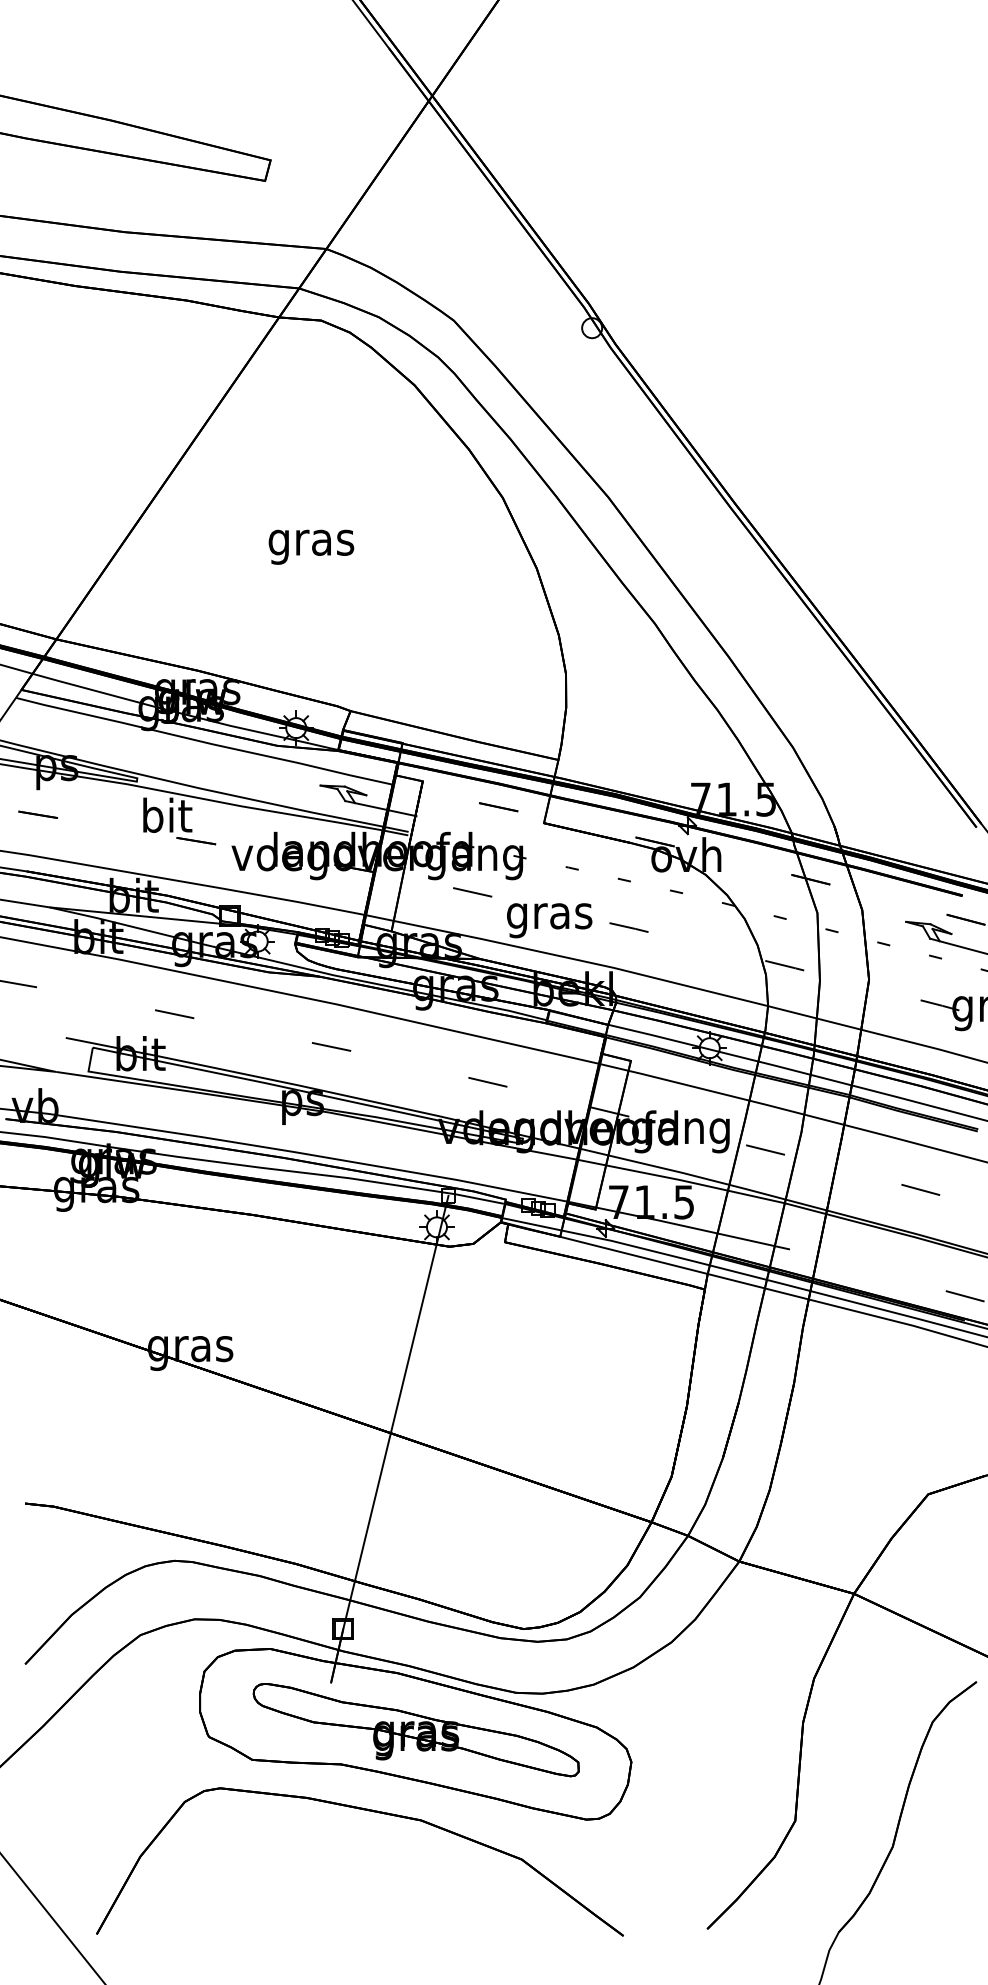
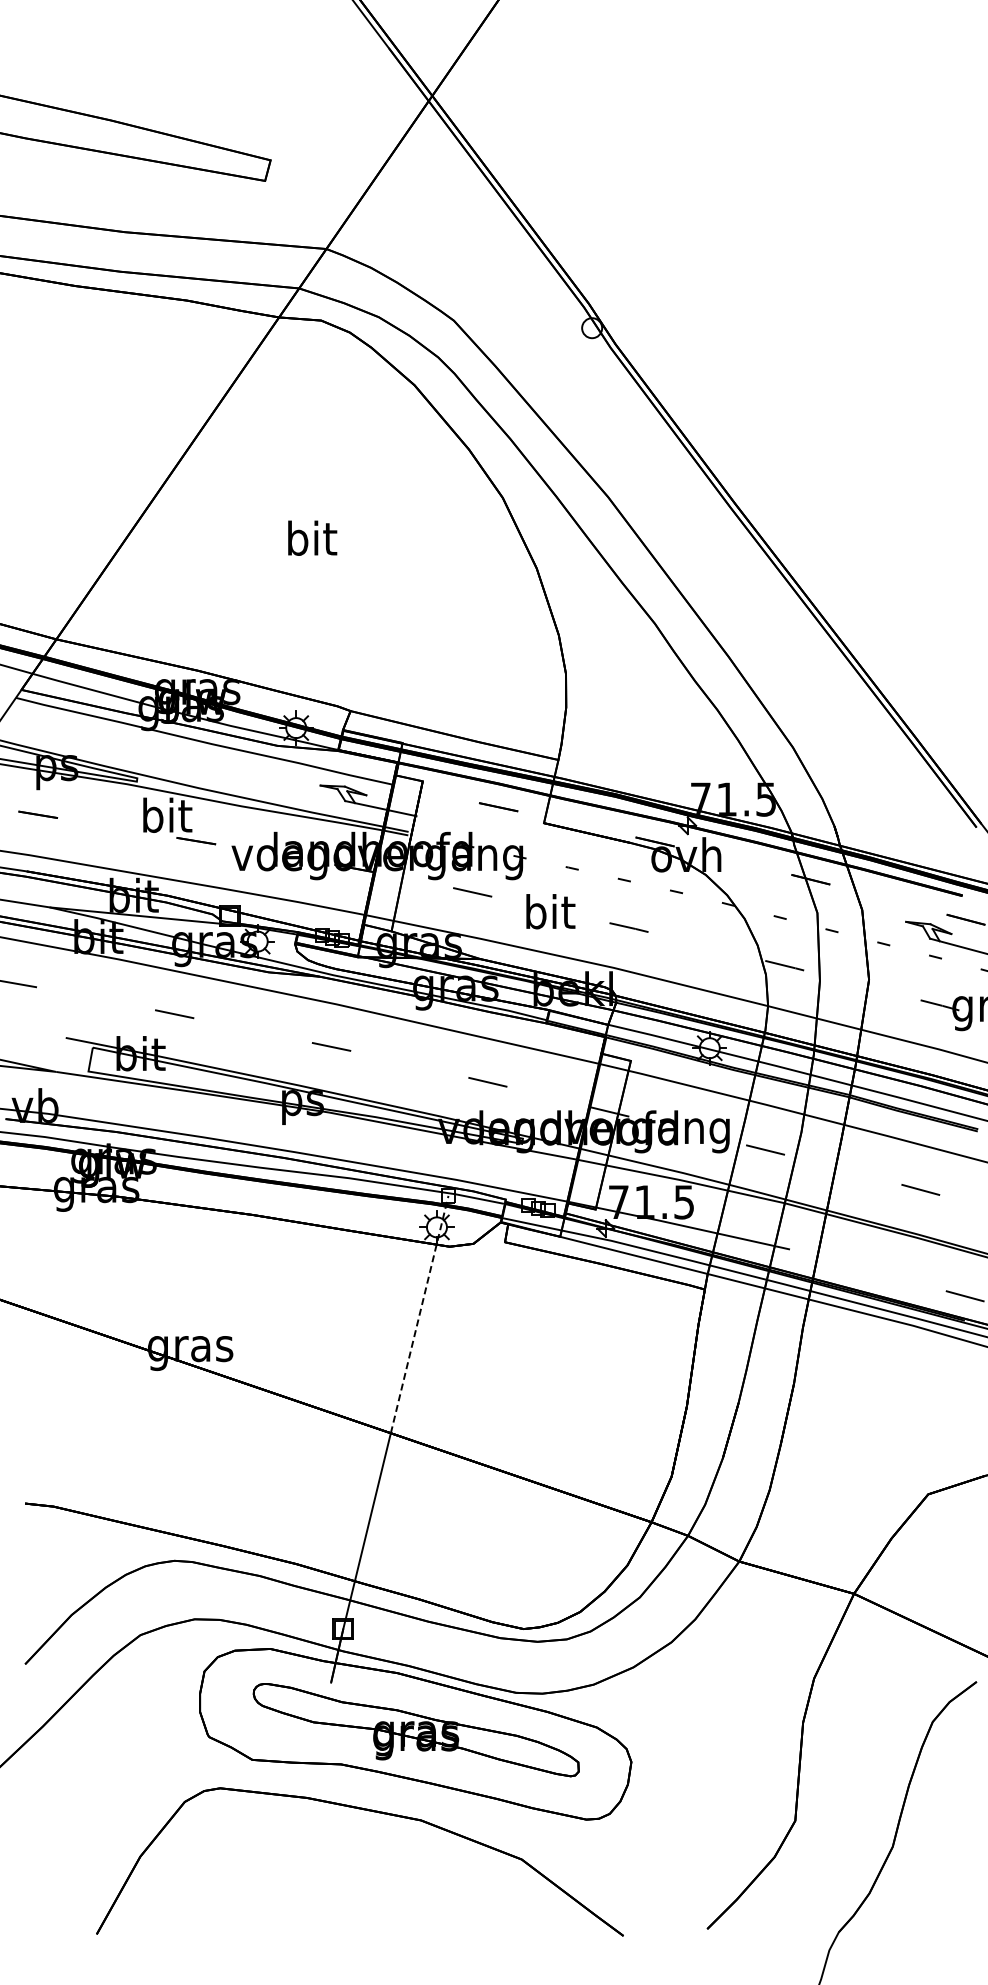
text at (311, 542): gras -> bit
text at (549, 916): gras -> bit
line at (419, 1314): solid -> dashed
line at (52, 1918): present -> none
